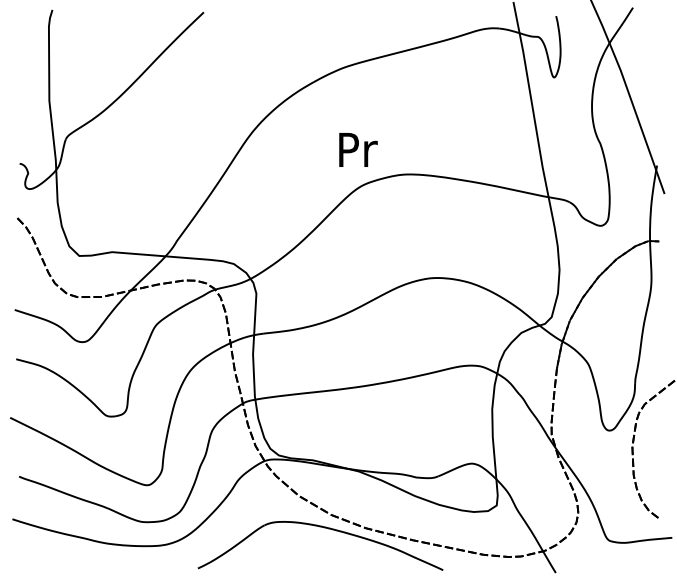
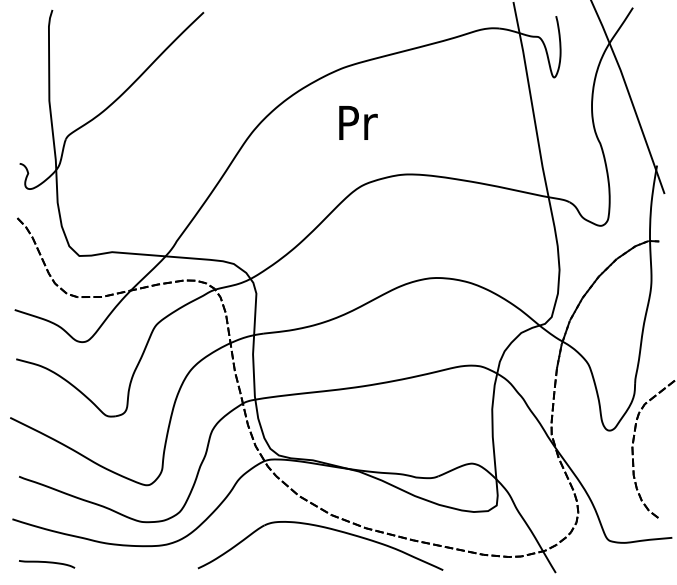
text at (358, 149) position: (358, 149) -> (358, 122)
curve at (47, 563): none -> present
